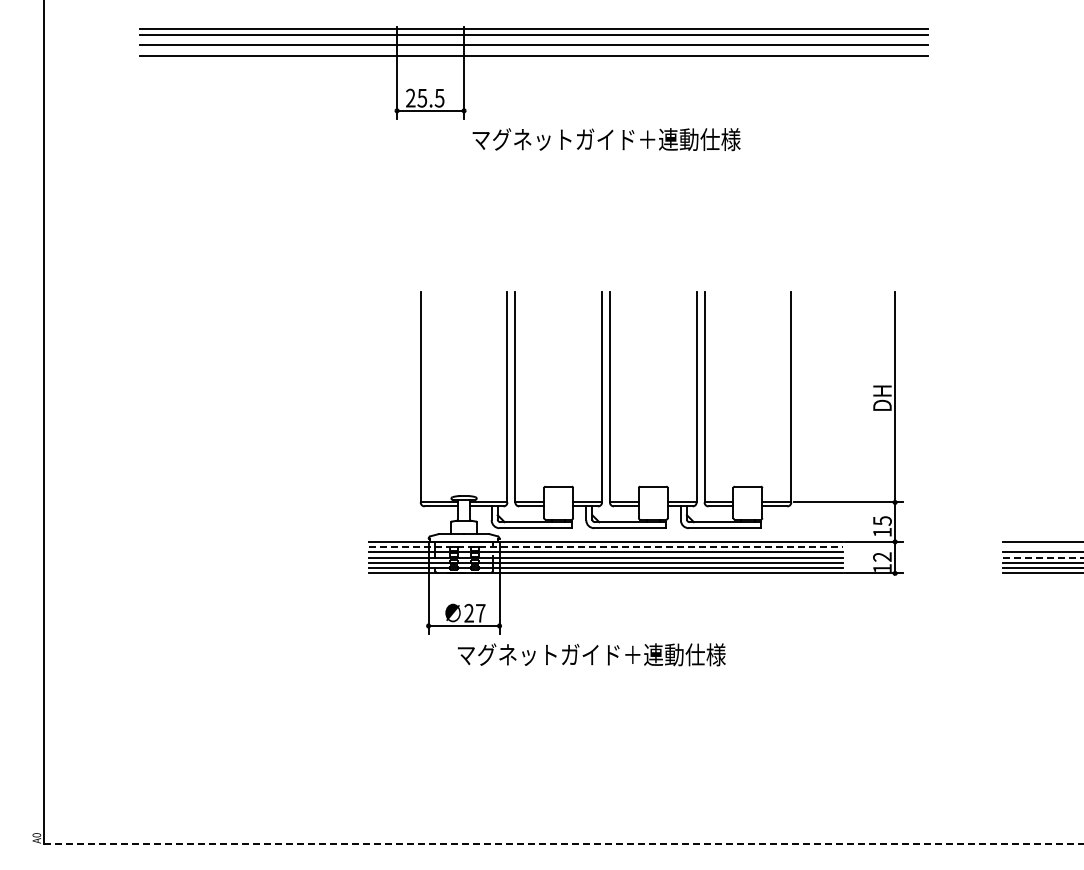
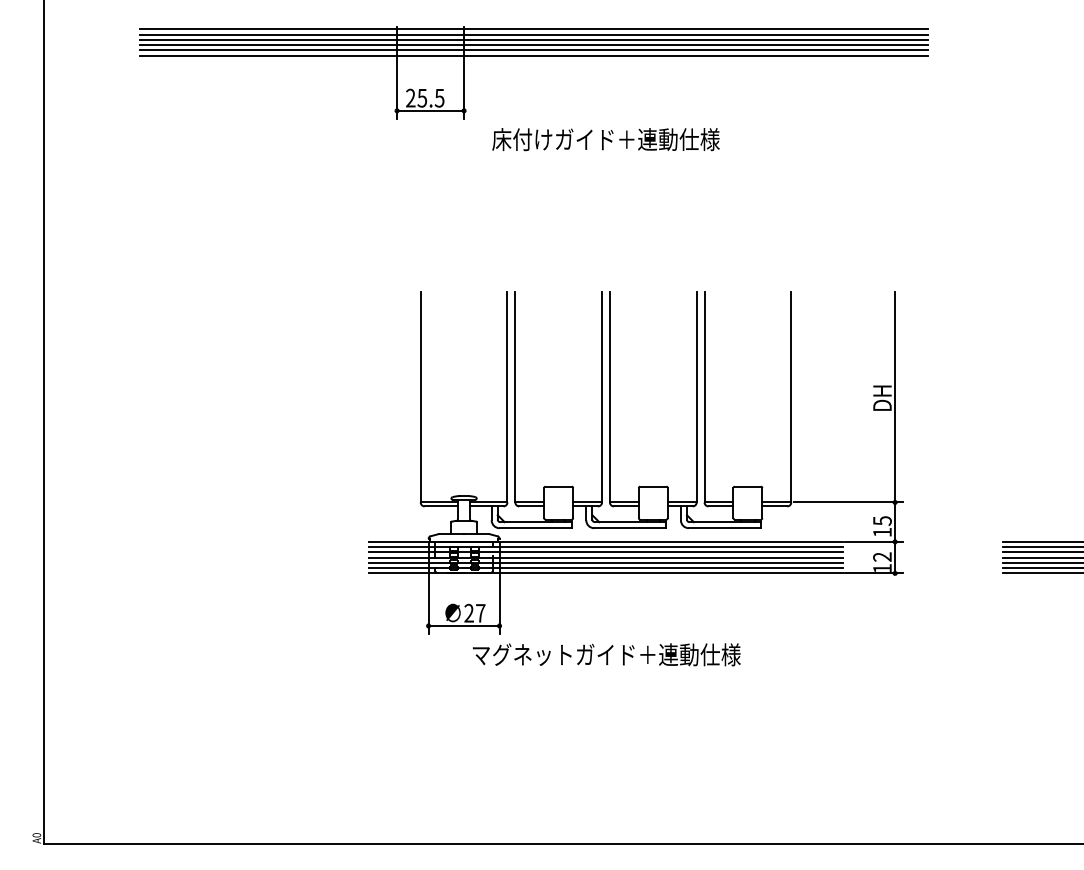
line at (533, 39): none -> present
line at (533, 50): none -> present
text at (606, 139): マグネットガイド＋連動仕様 -> 床付けガイド＋連動仕様
line at (606, 547): dashed -> solid
line at (1041, 547): none -> present
line at (1043, 557): dashed -> solid
text at (591, 654) position: (591, 654) -> (606, 654)
line at (563, 843): dashed -> solid
